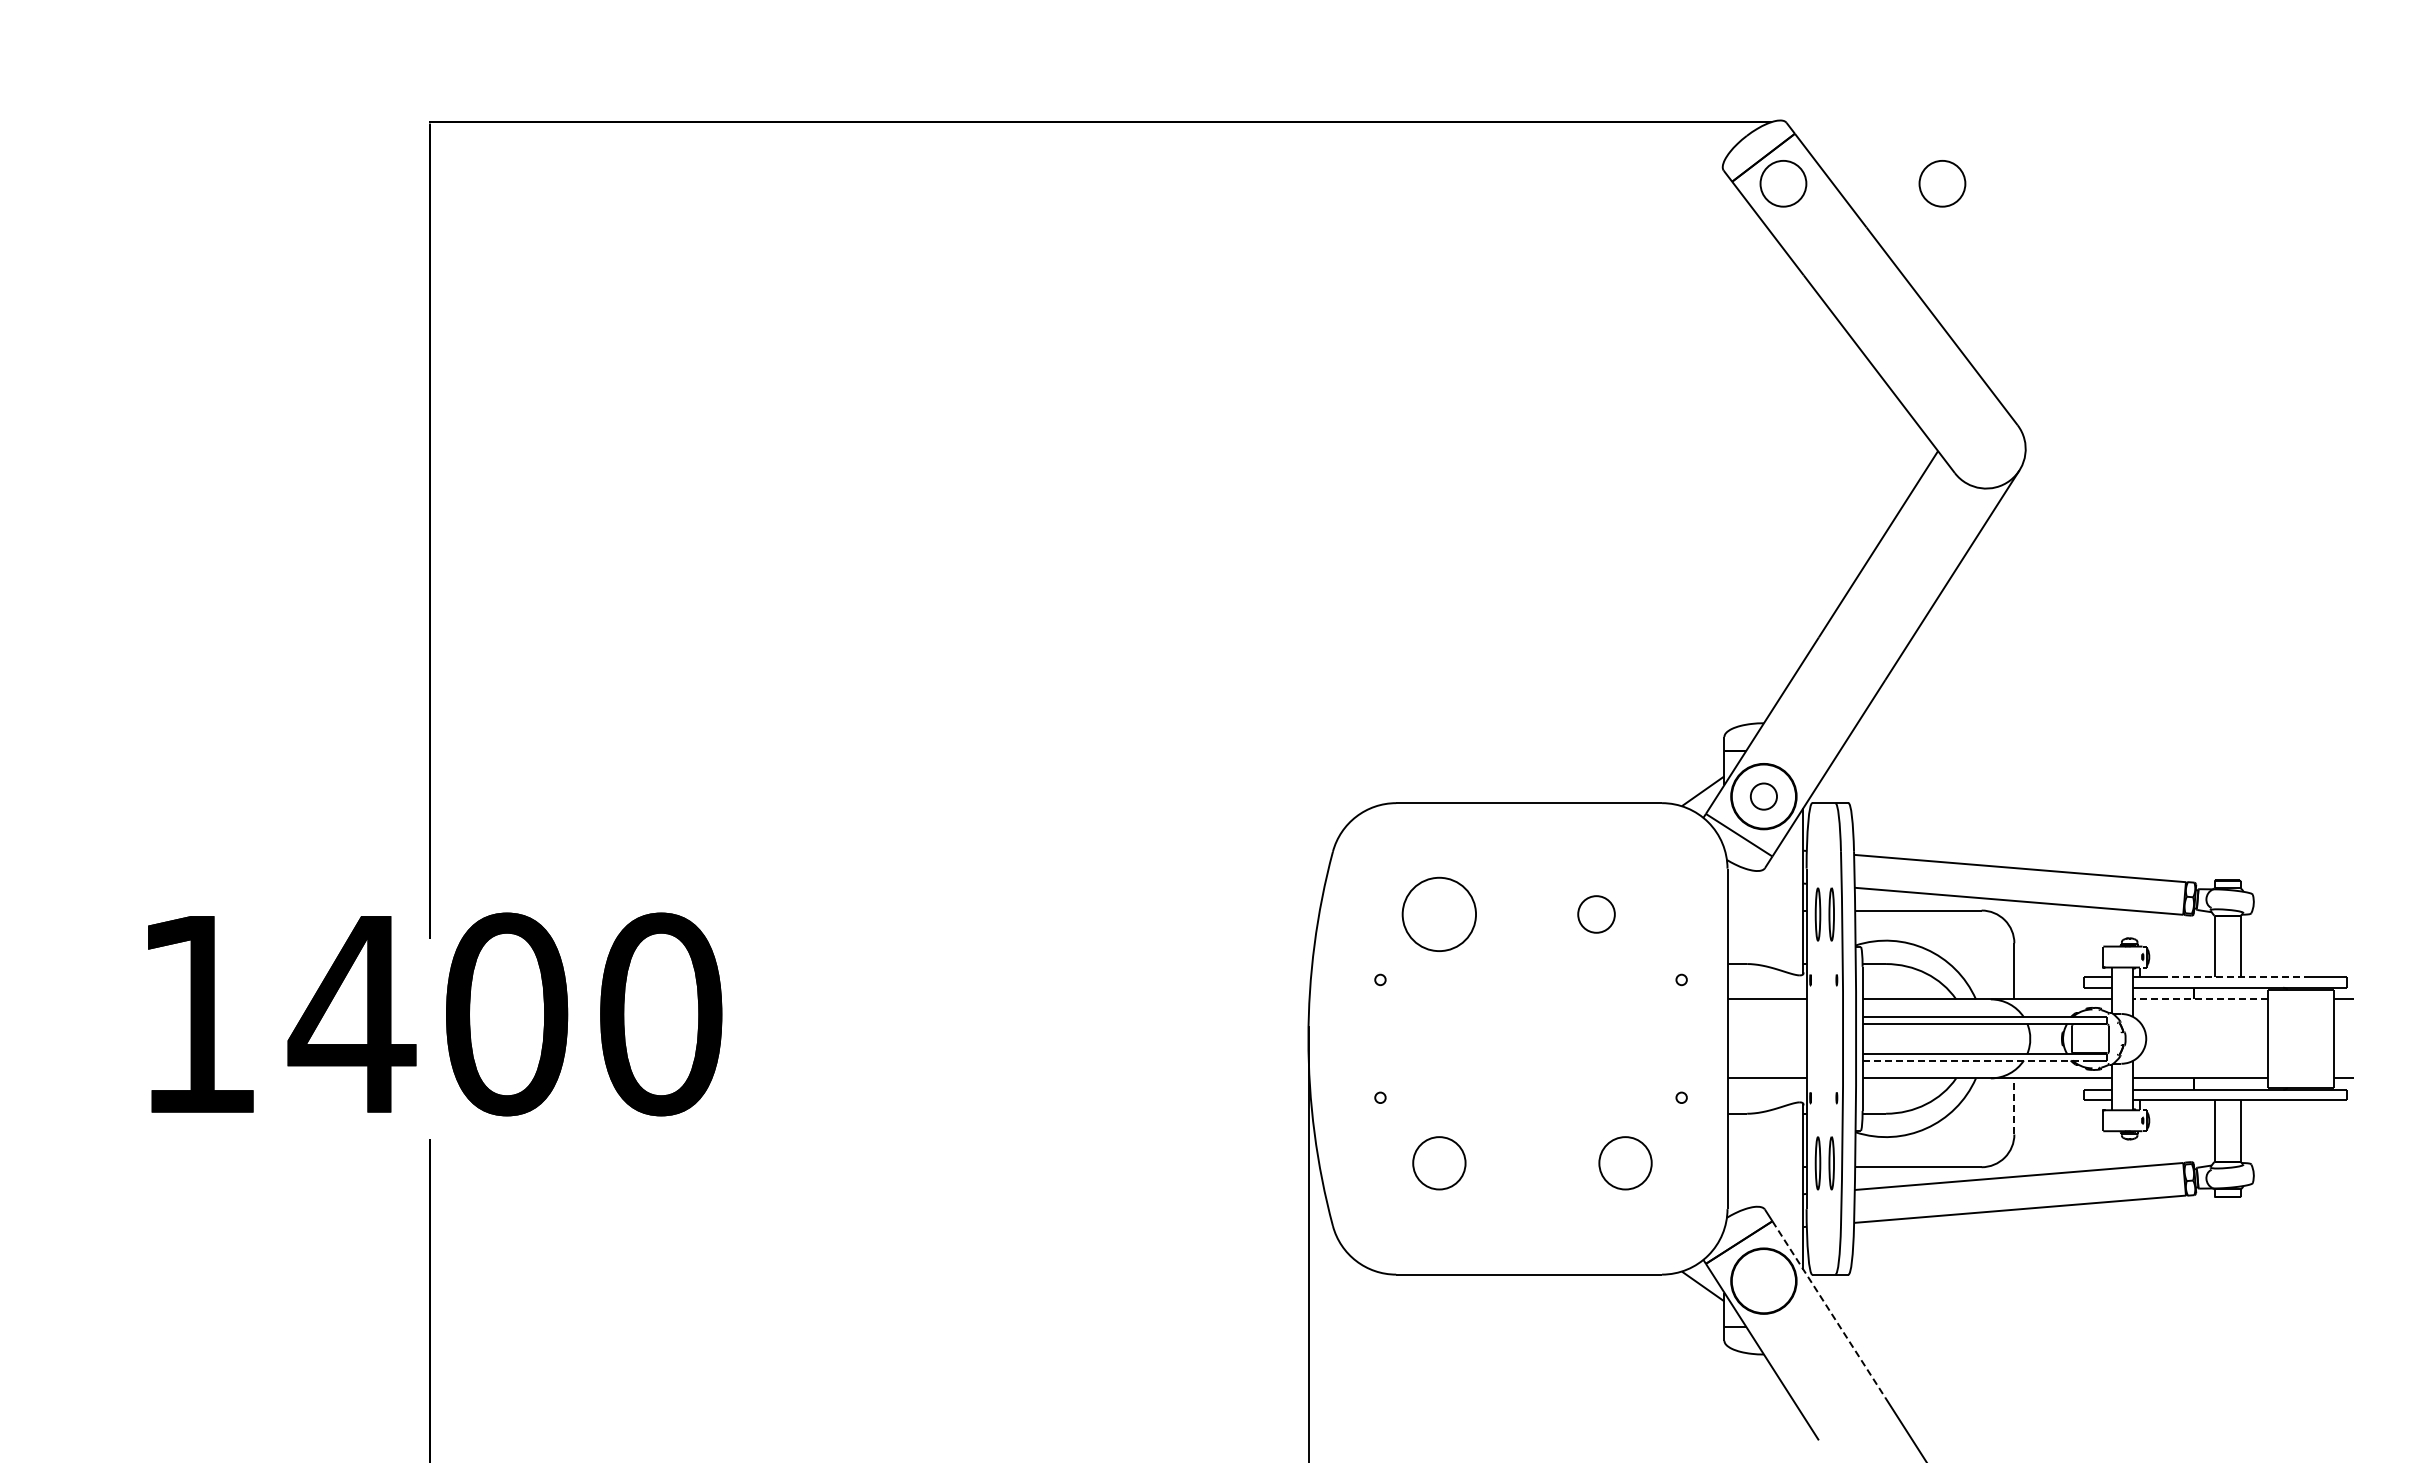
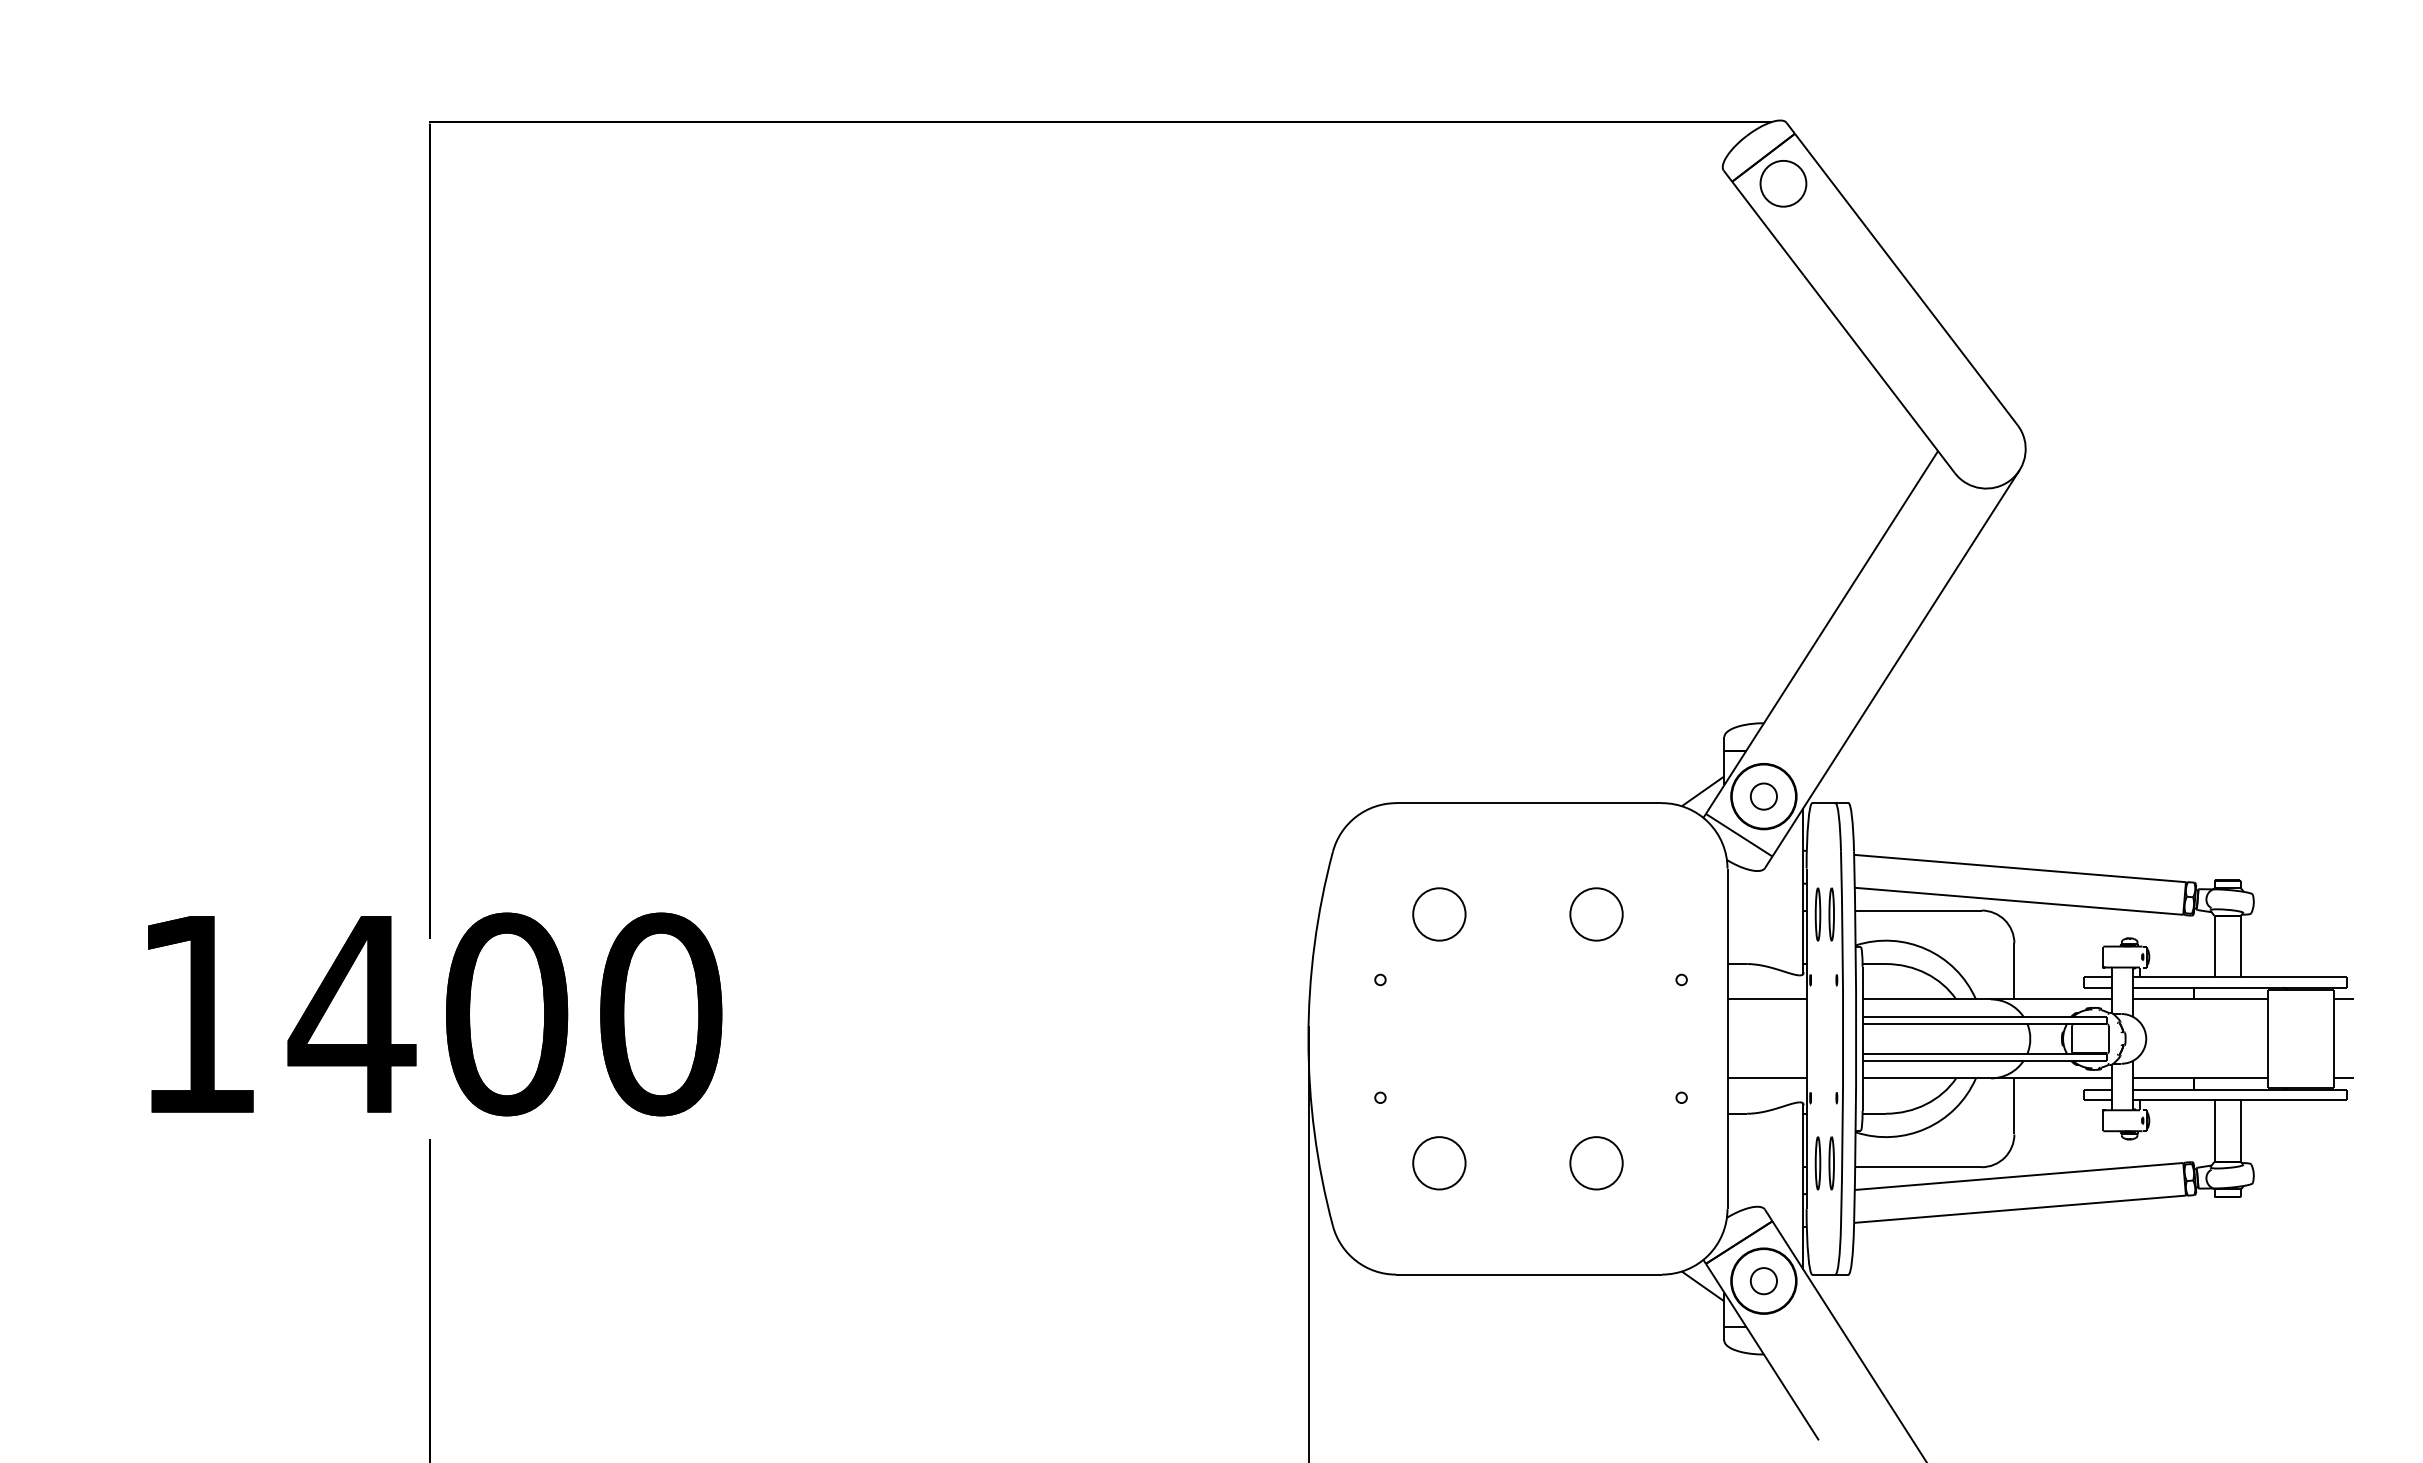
circle at (1942, 183): present -> none
circle at (1438, 913) size: 76x76 px -> 55x55 px
circle at (1596, 914) diameter: 37 px -> 52 px
line at (2237, 977): dashed -> solid
line at (2200, 999): dashed -> solid
line at (1976, 1060): dashed -> solid
line at (2014, 1105): dashed -> solid
circle at (1625, 1163) position: (1625, 1163) -> (1596, 1163)
circle at (1763, 1281): none -> present
line at (1828, 1309): dashed -> solid
